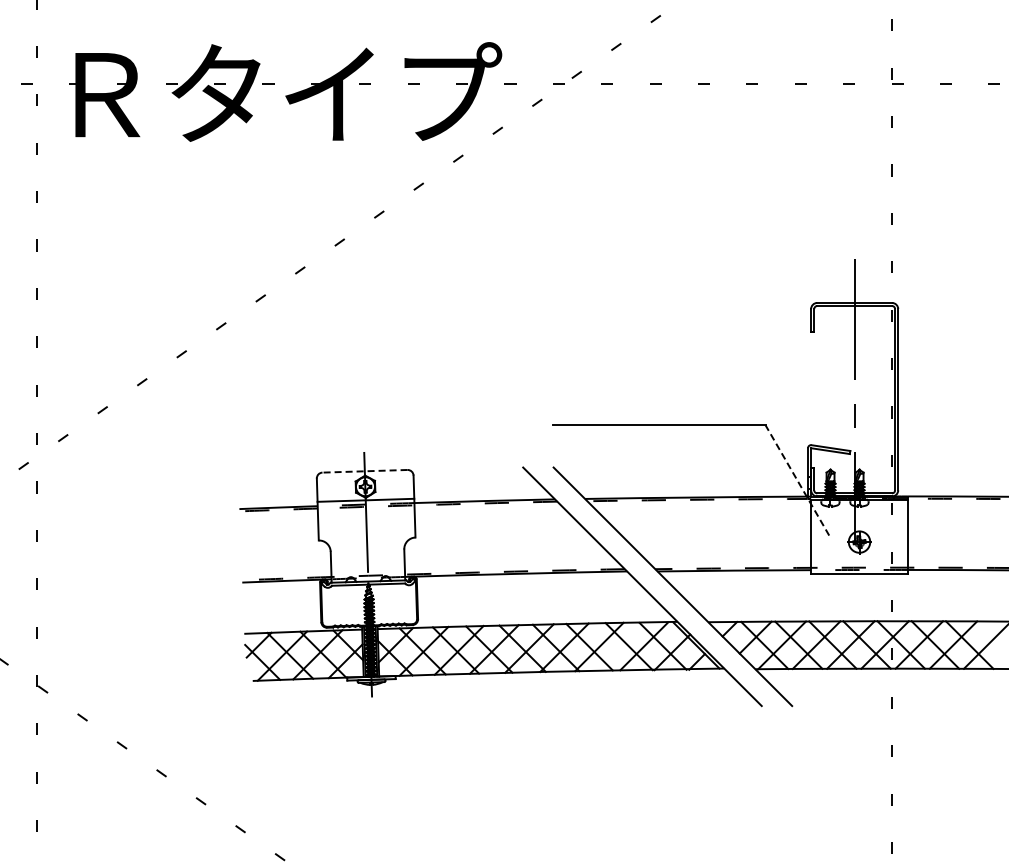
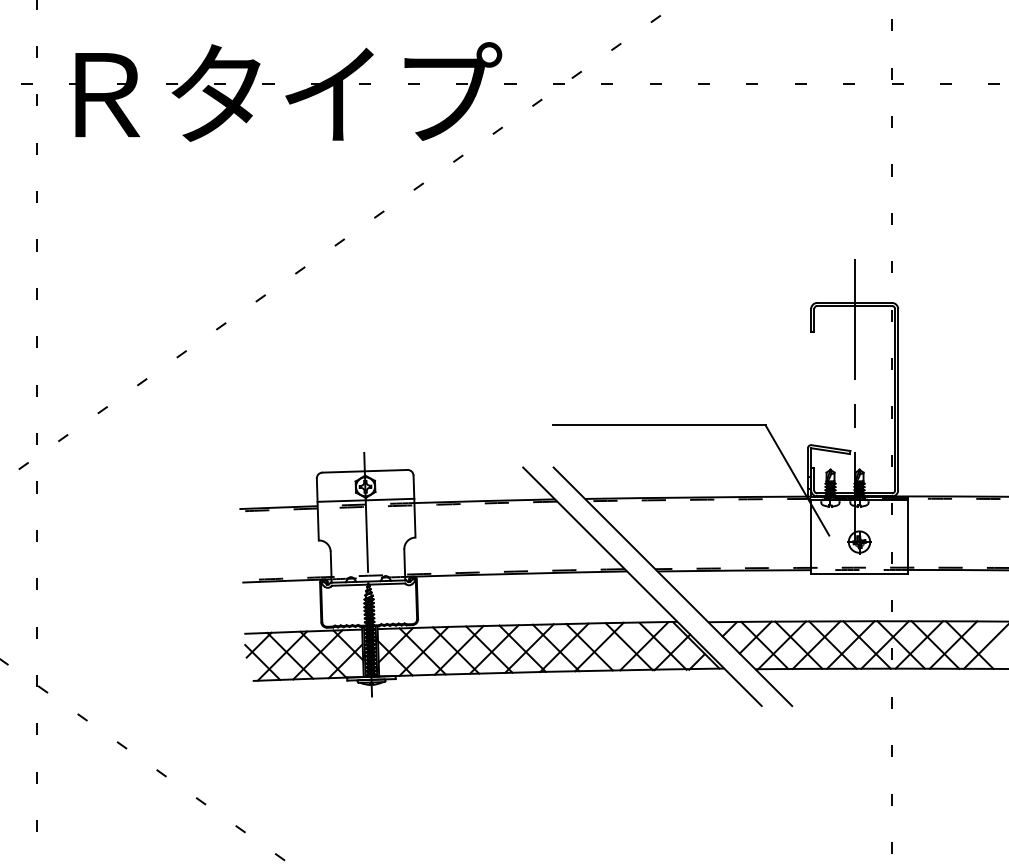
line at (365, 471): dashed -> solid
line at (797, 480): dashed -> solid
